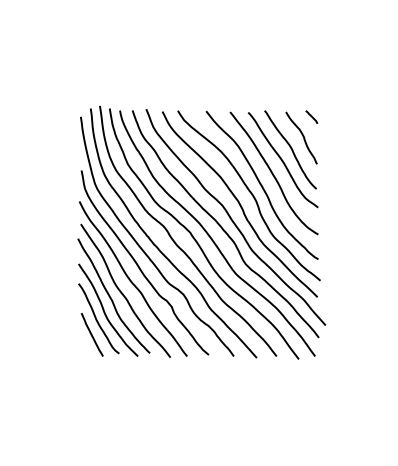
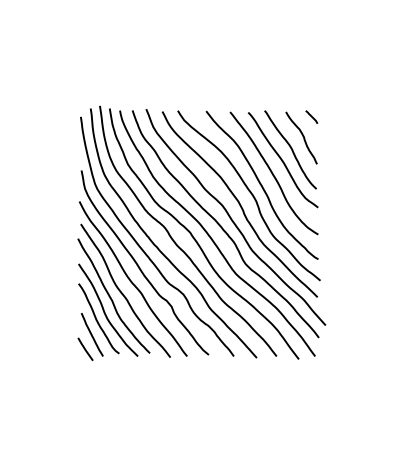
line at (85, 348): none -> present
